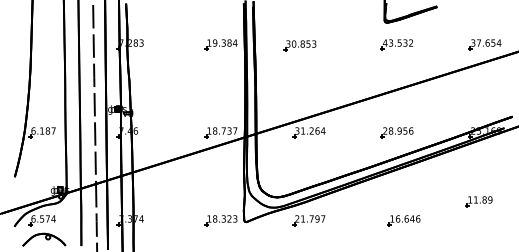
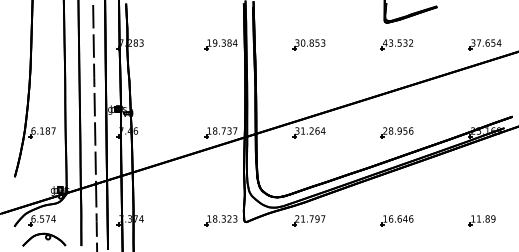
part at (299, 45) position: (299, 45) -> (308, 44)
part at (478, 201) position: (478, 201) -> (481, 220)
part at (403, 220) position: (403, 220) -> (396, 220)
